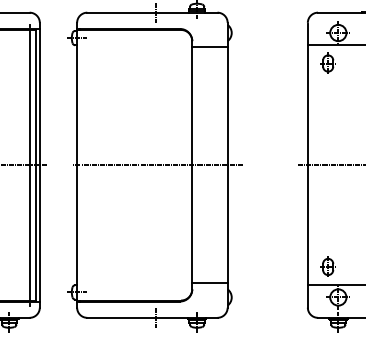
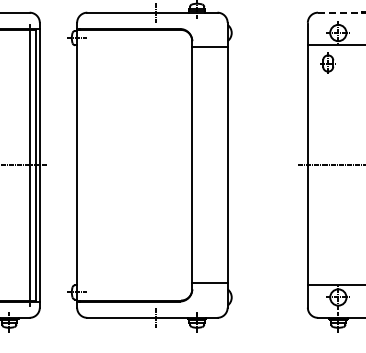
line at (341, 12): solid -> dashed
line at (157, 165): present -> none
part at (327, 266): present -> none
